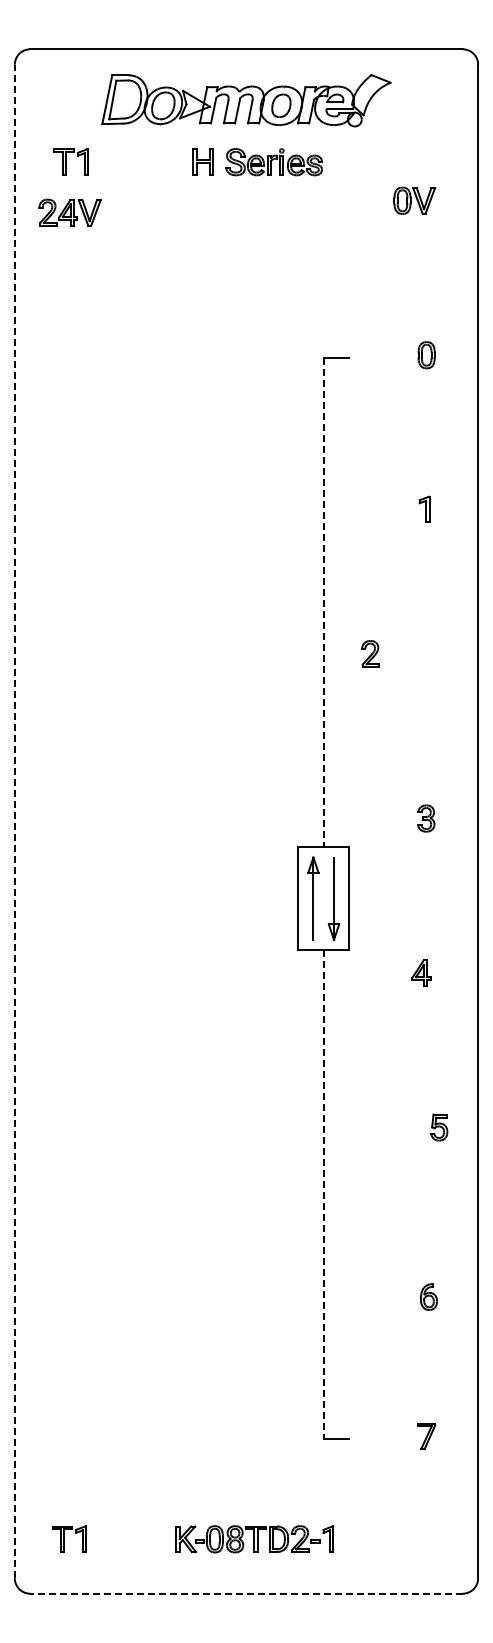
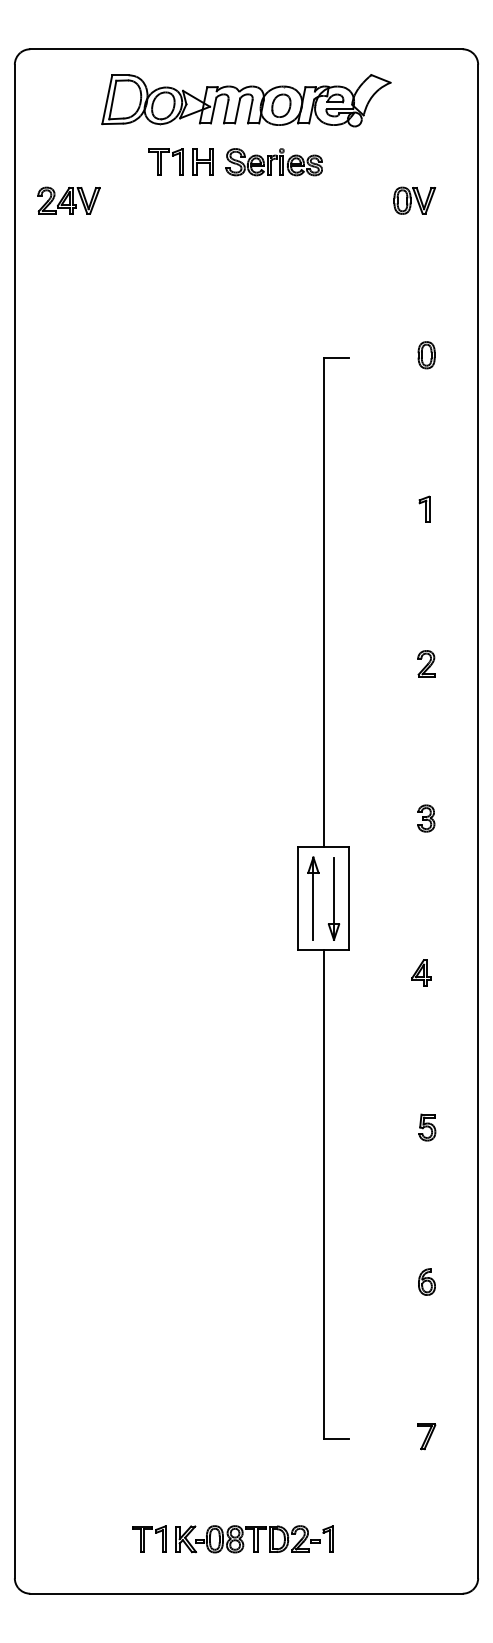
part at (70, 161) position: (70, 161) -> (165, 161)
part at (69, 212) position: (69, 212) -> (68, 200)
line at (323, 602): dashed -> solid
part at (370, 653) position: (370, 653) -> (426, 663)
line at (14, 821): dashed -> solid
part at (439, 1127) position: (439, 1127) -> (427, 1127)
line at (323, 1194): dashed -> solid
part at (428, 1296) position: (428, 1296) -> (426, 1281)
part at (69, 1538) position: (69, 1538) -> (149, 1538)
line at (245, 1593): dashed -> solid
